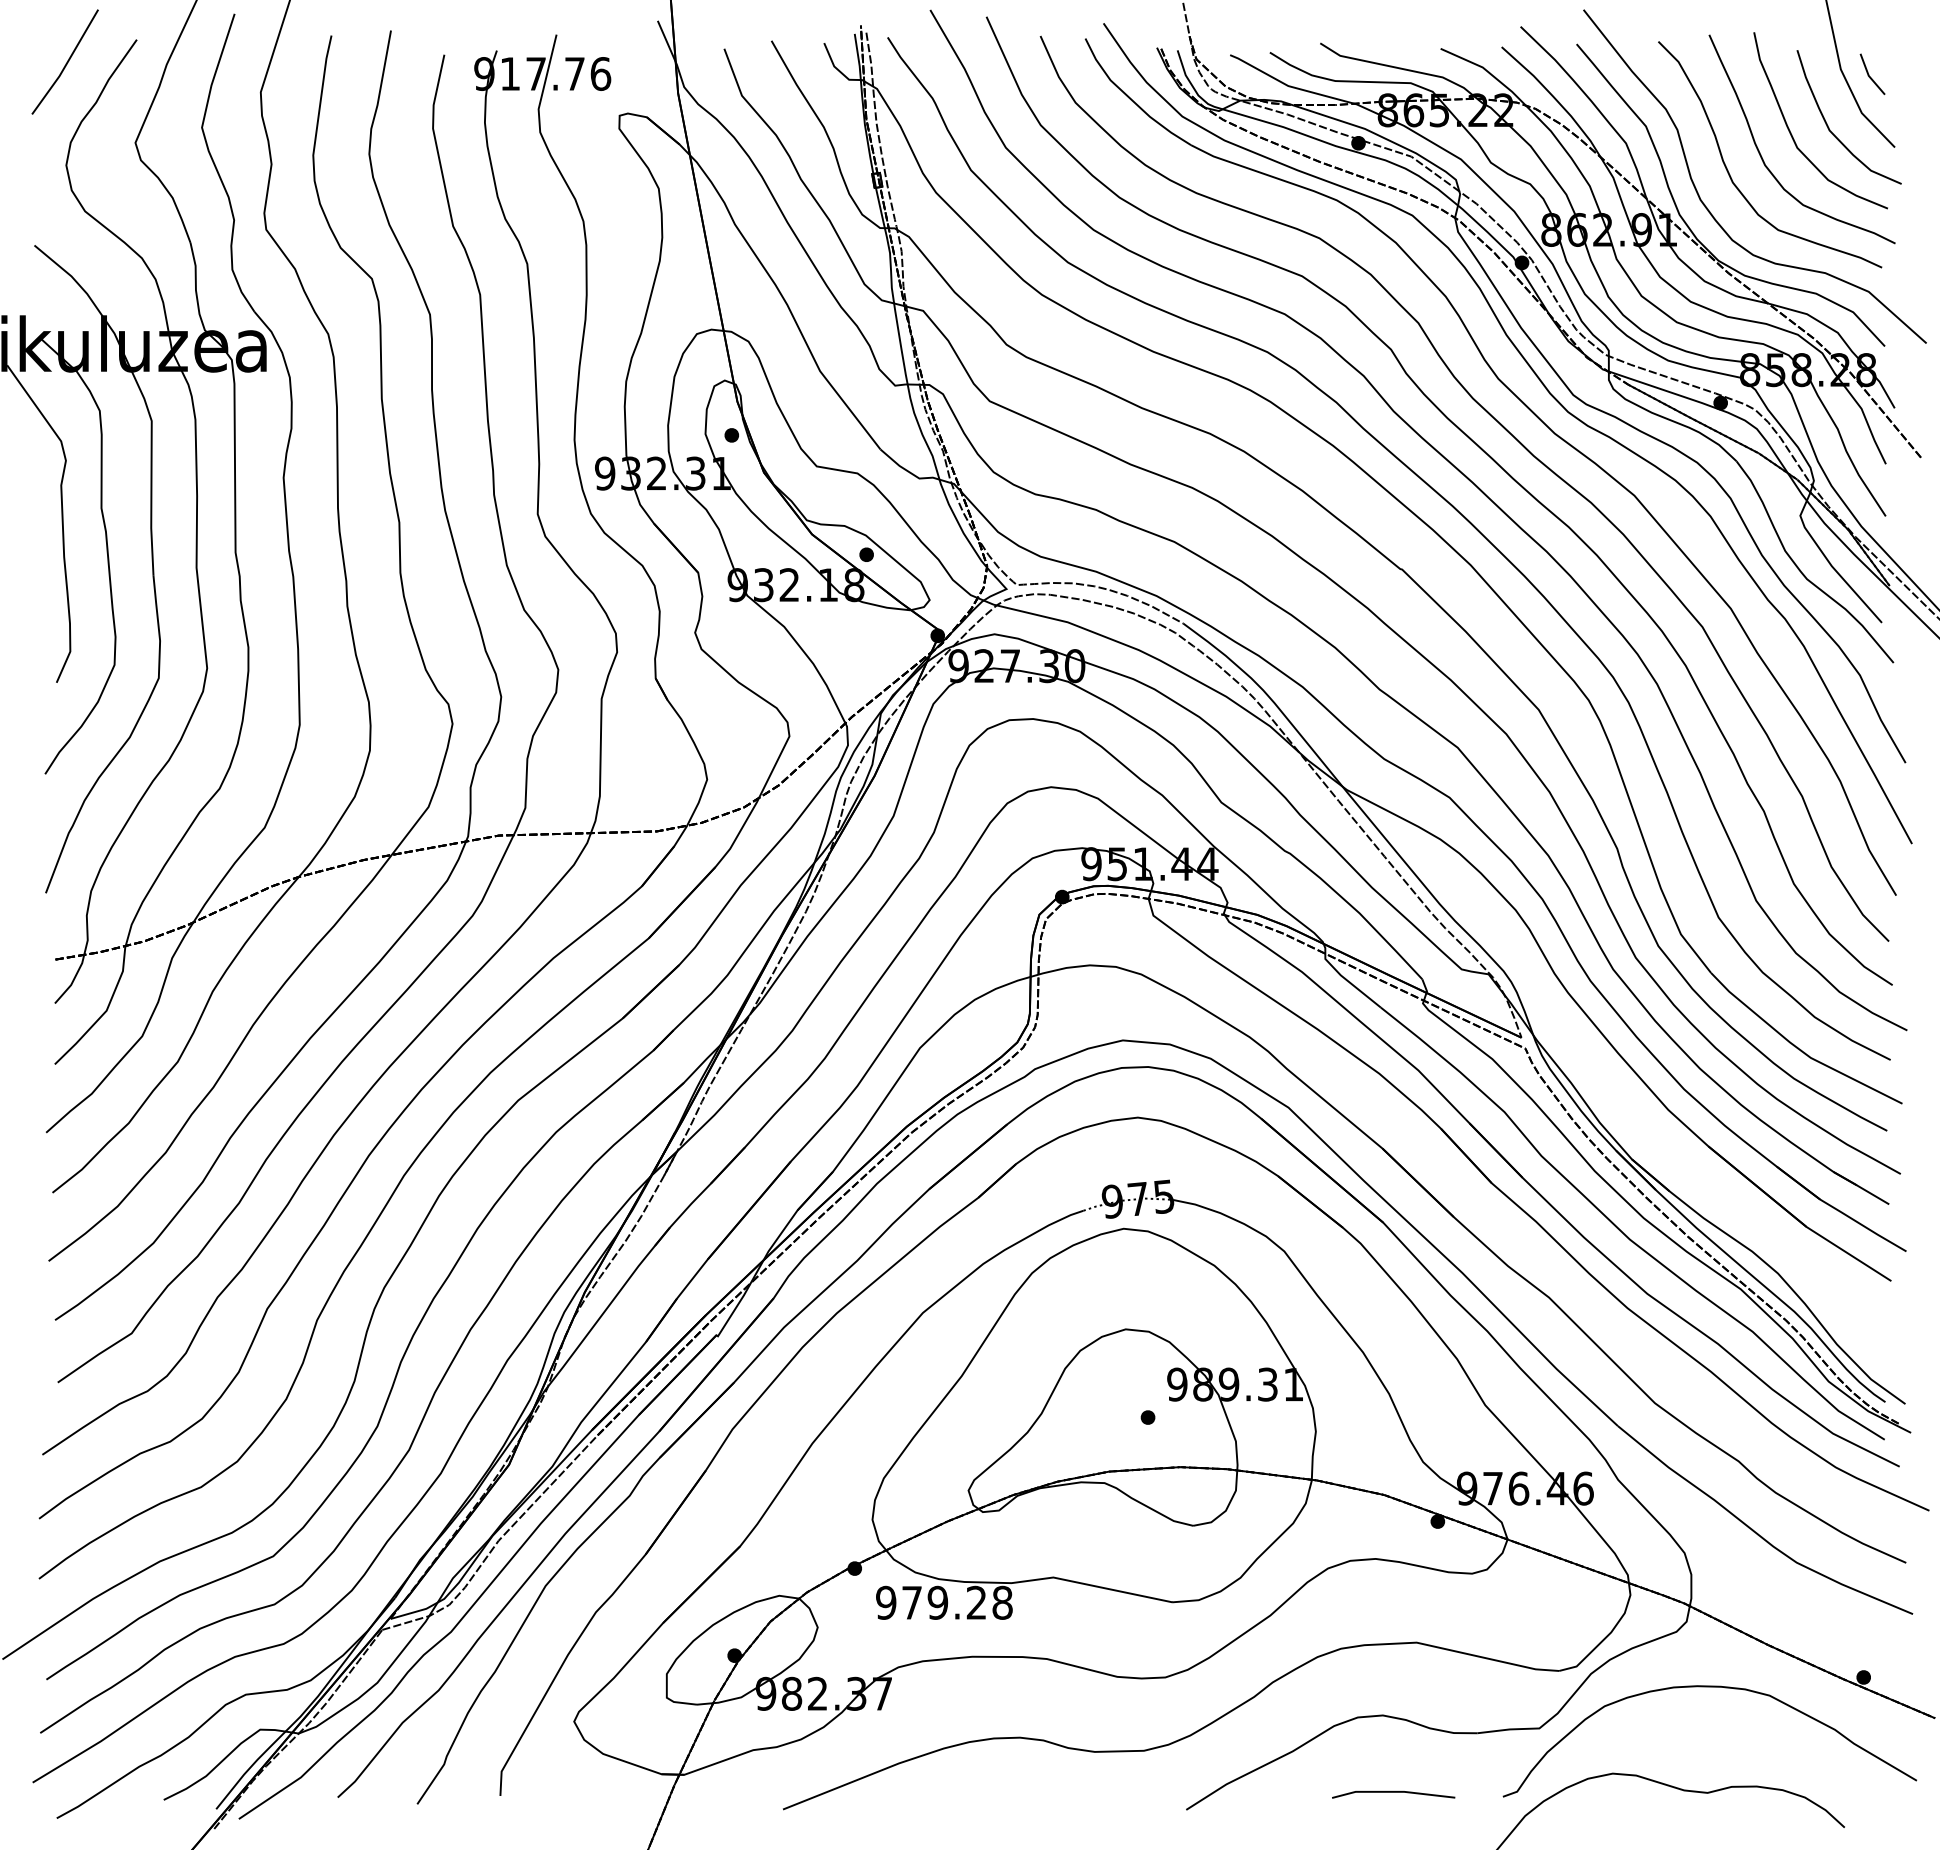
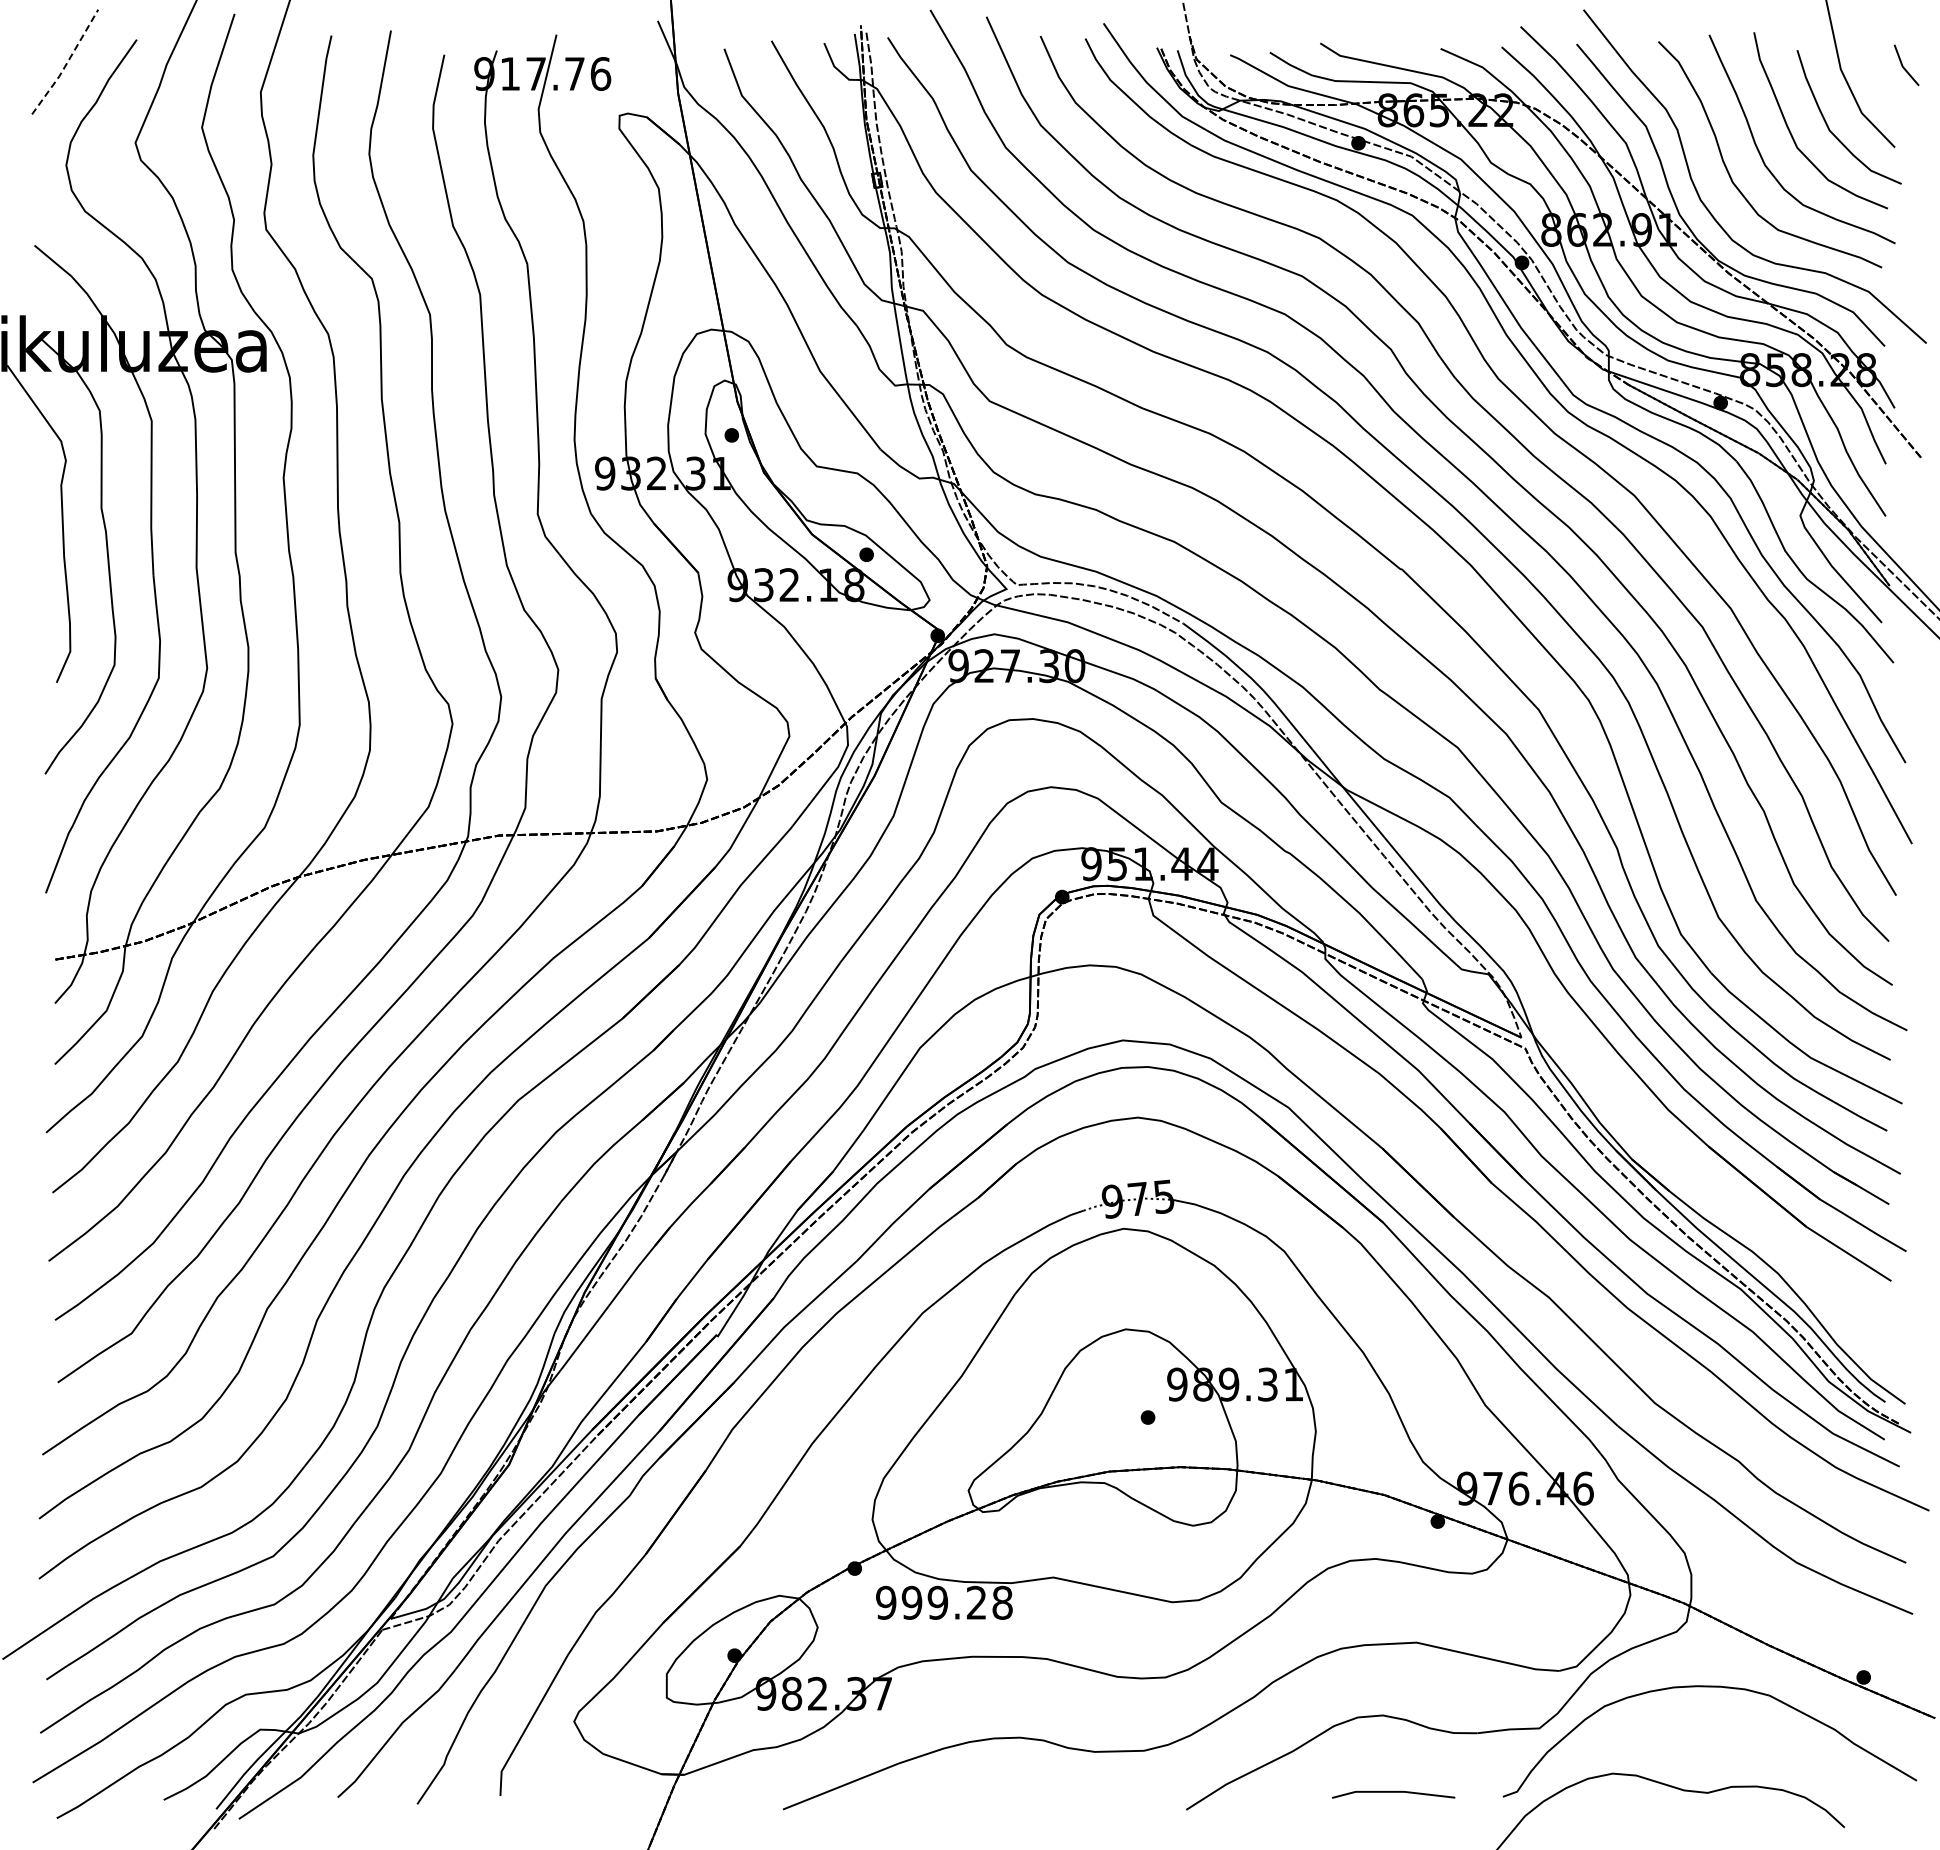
line at (66, 63): solid -> dashed
line at (1869, 74) position: (1869, 74) -> (1903, 65)
text at (911, 1602): 979.28 -> 999.28
